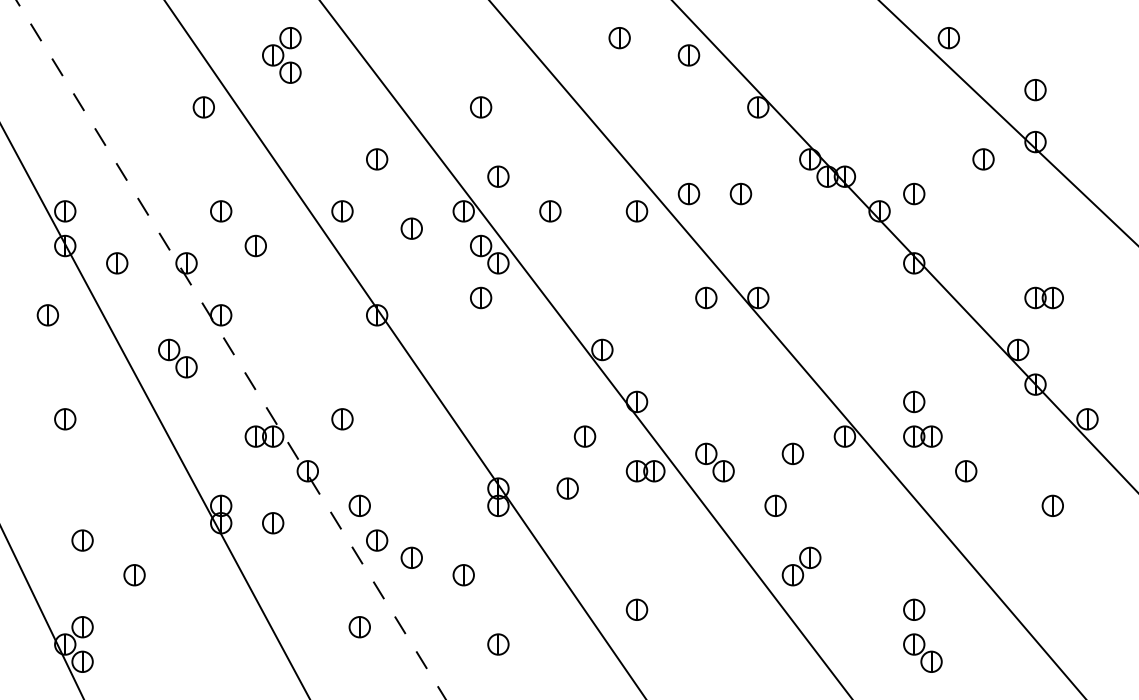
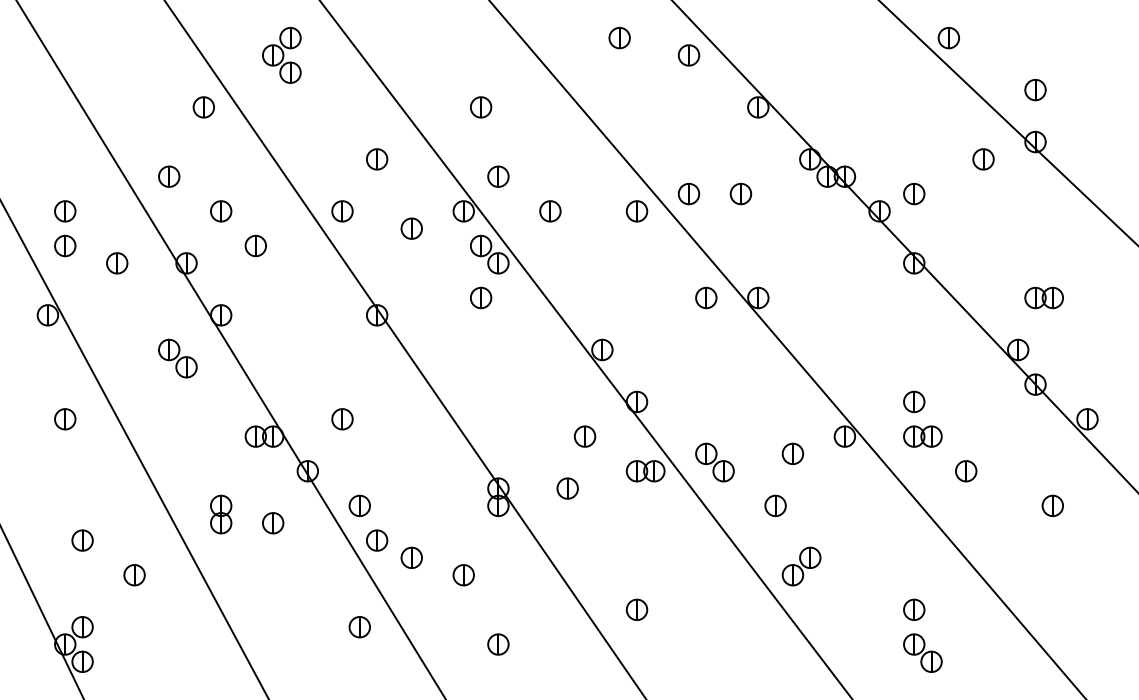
part at (169, 176): none -> present
line at (230, 349): dashed -> solid
line at (155, 411) position: (155, 411) -> (134, 449)
